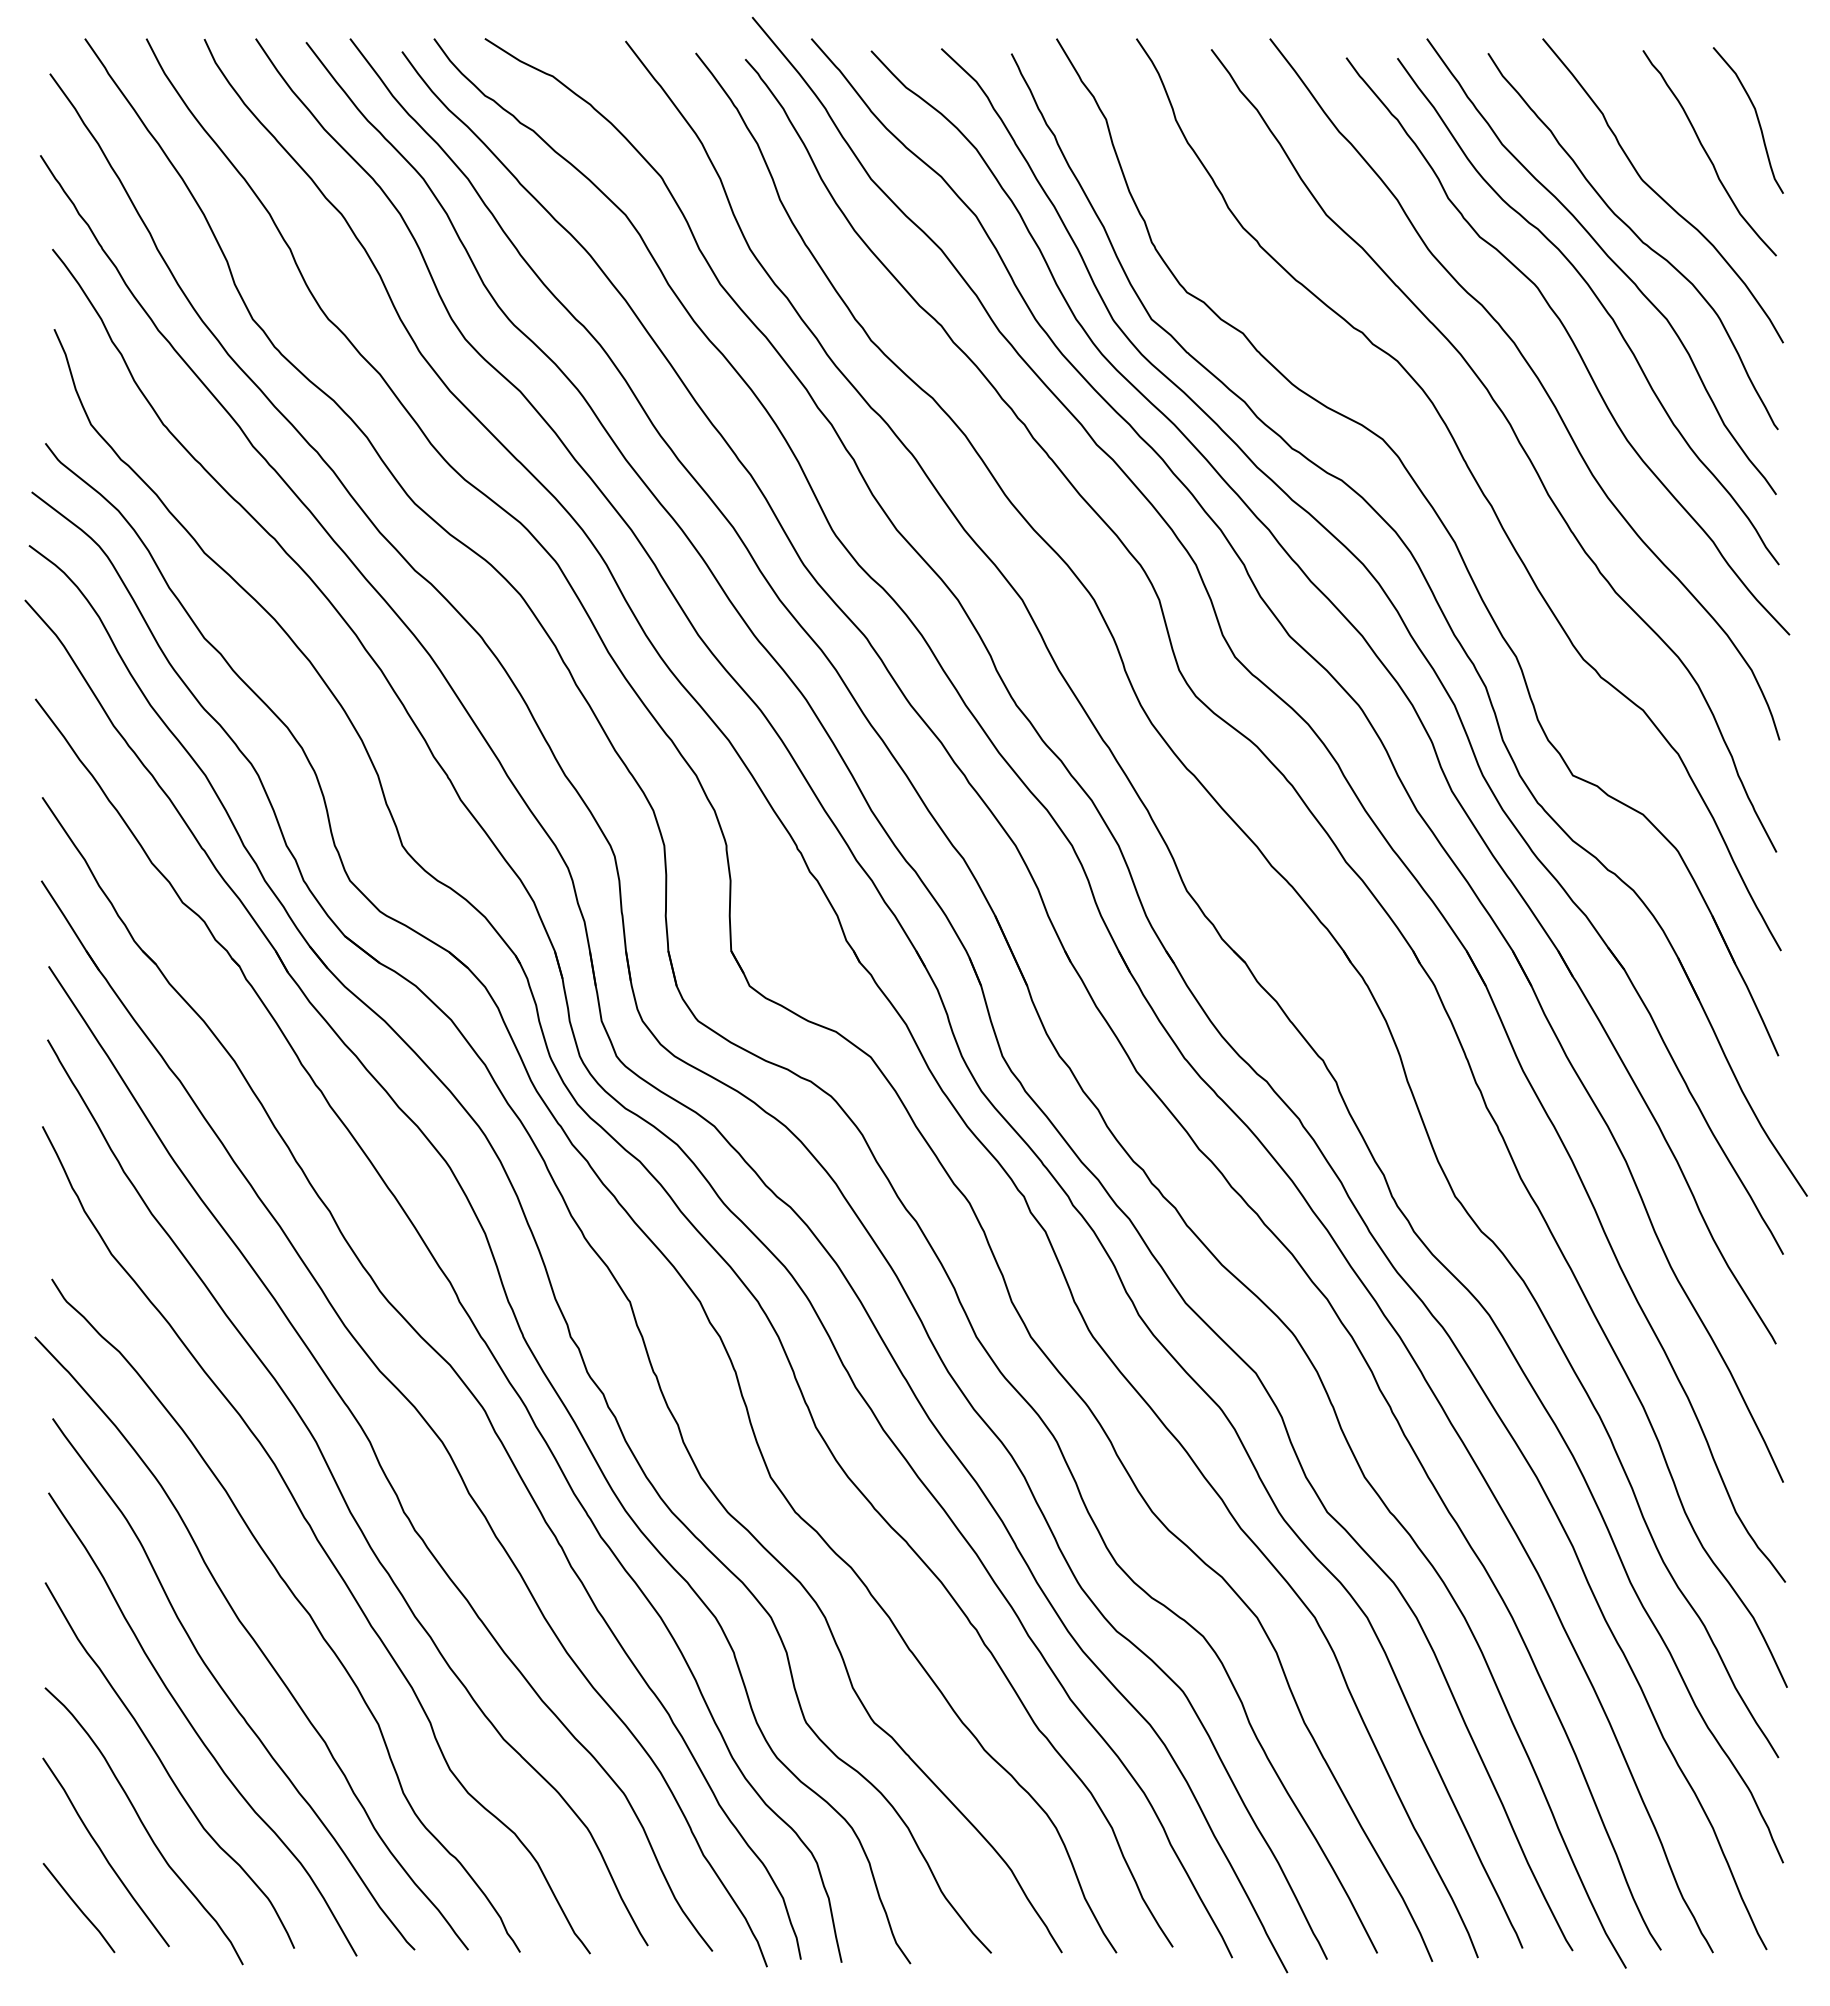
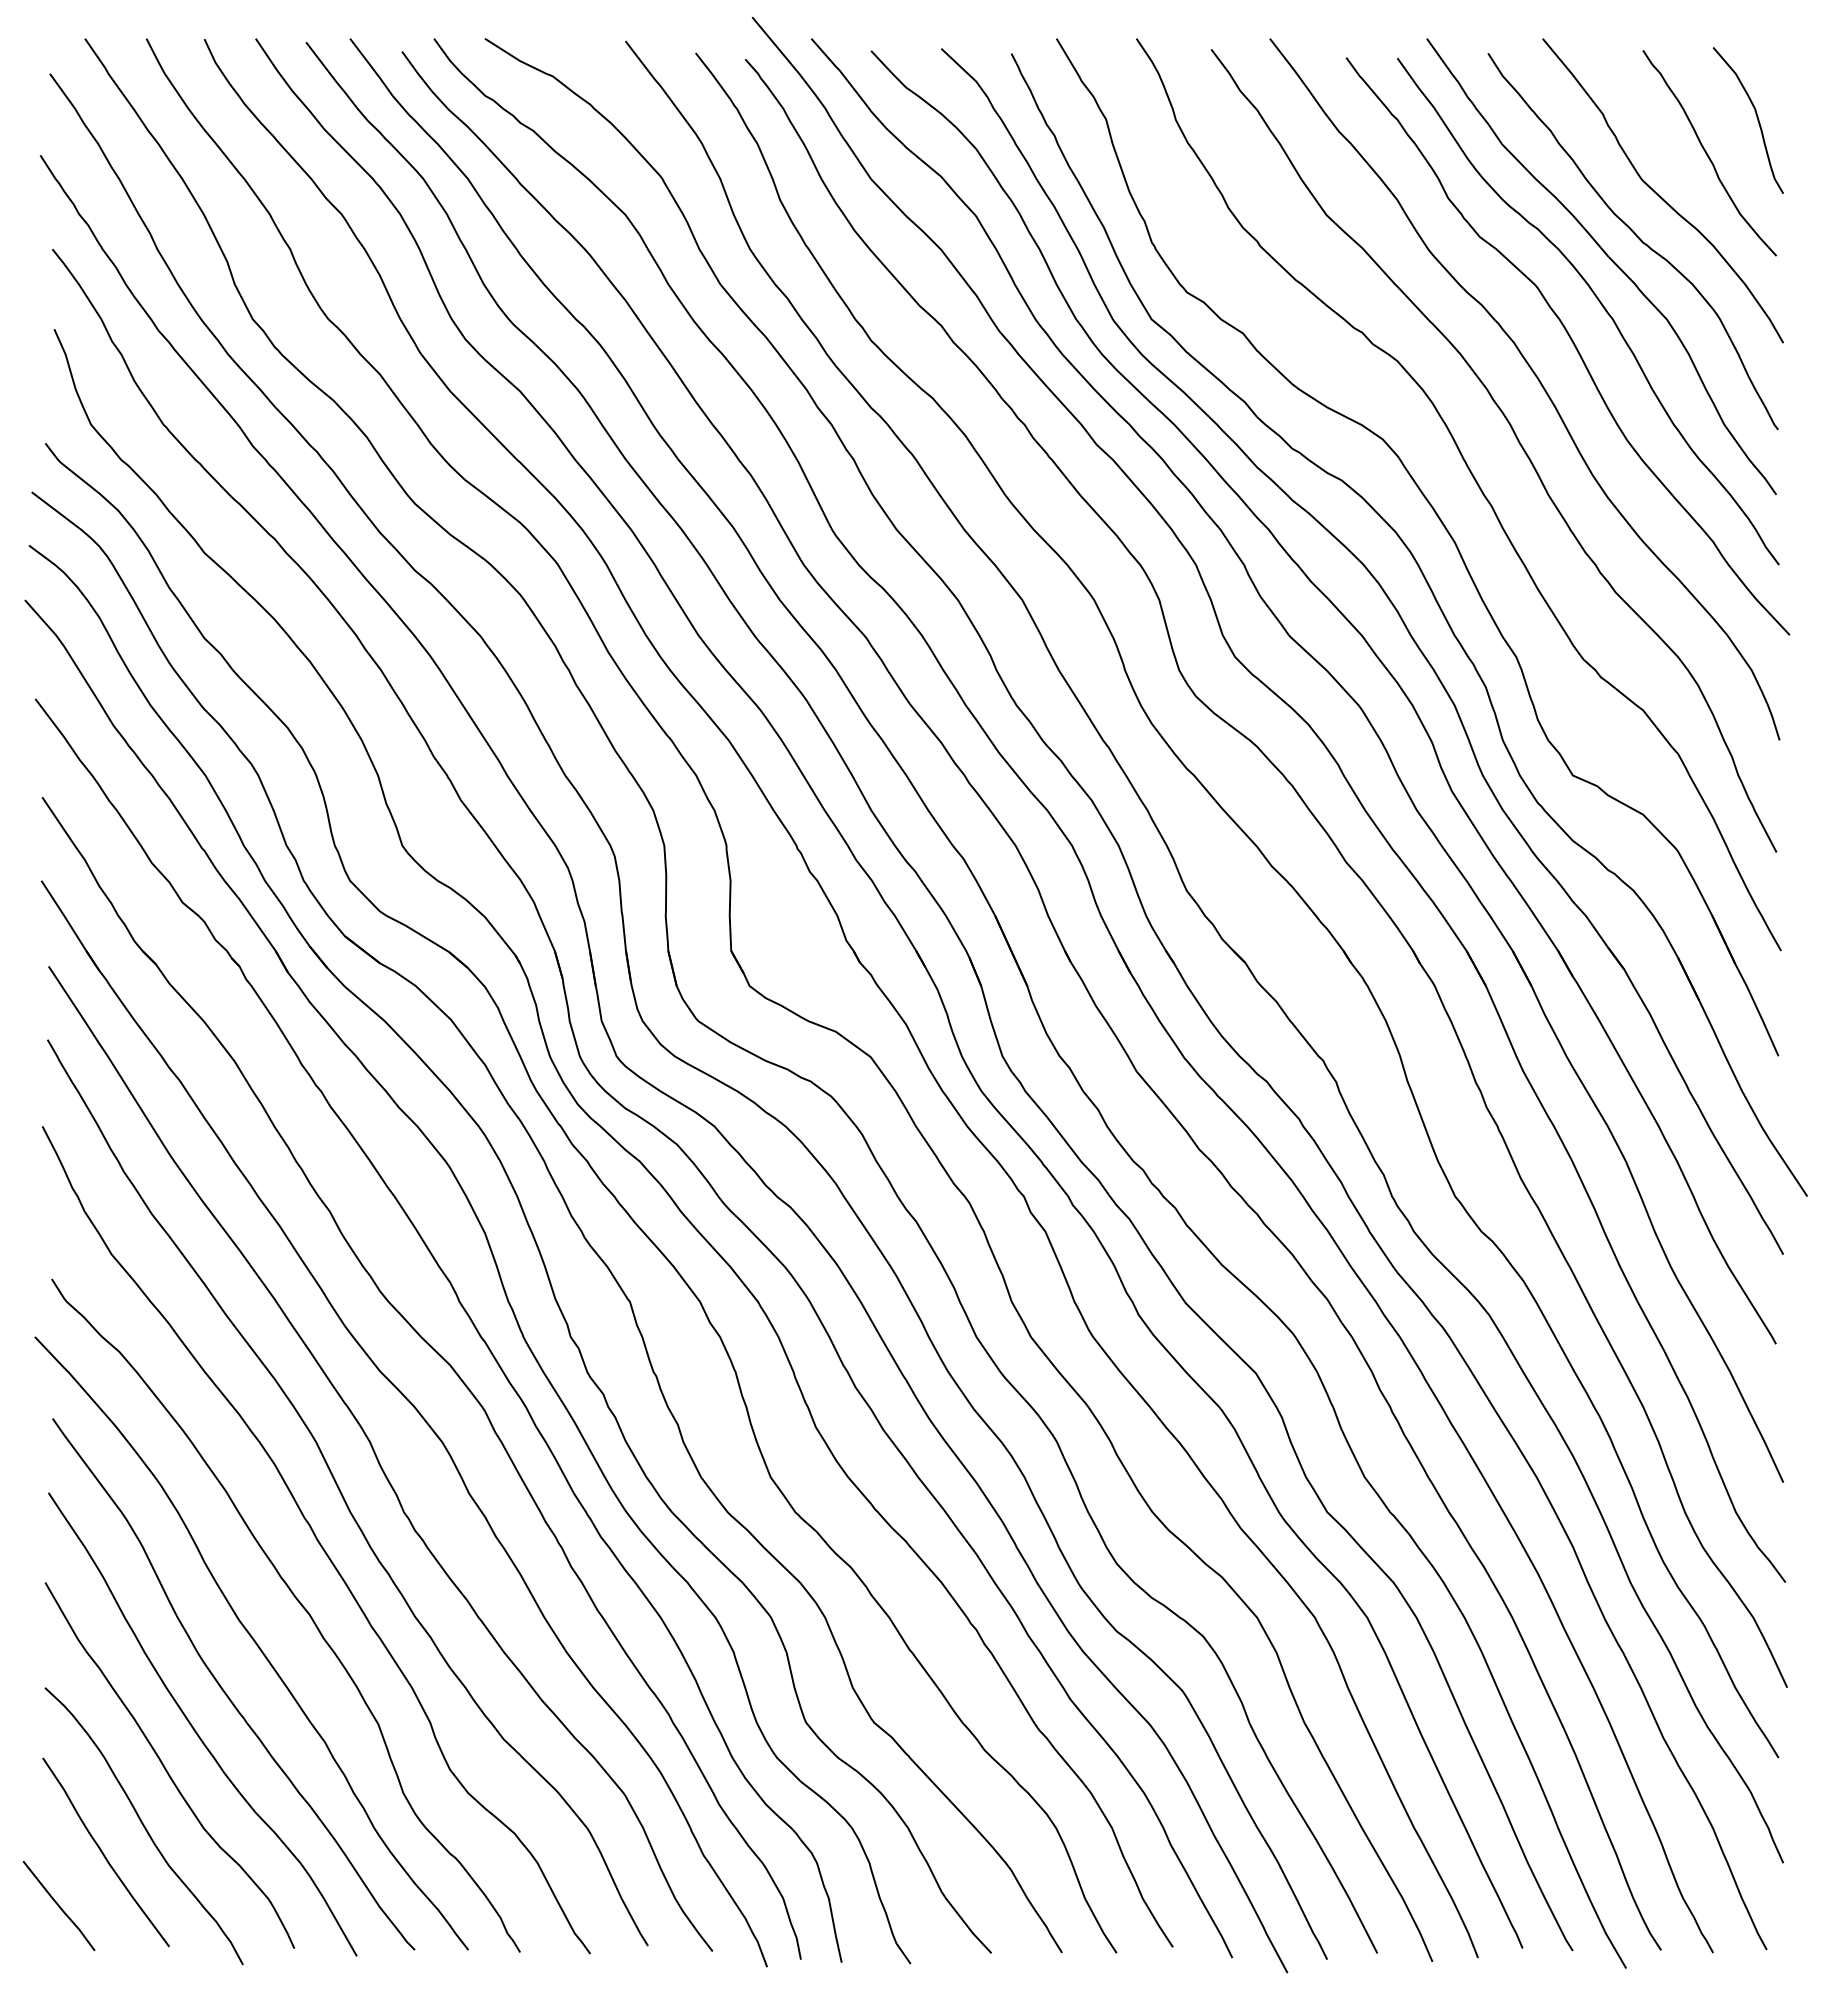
line at (78, 1908) position: (78, 1908) -> (58, 1906)
